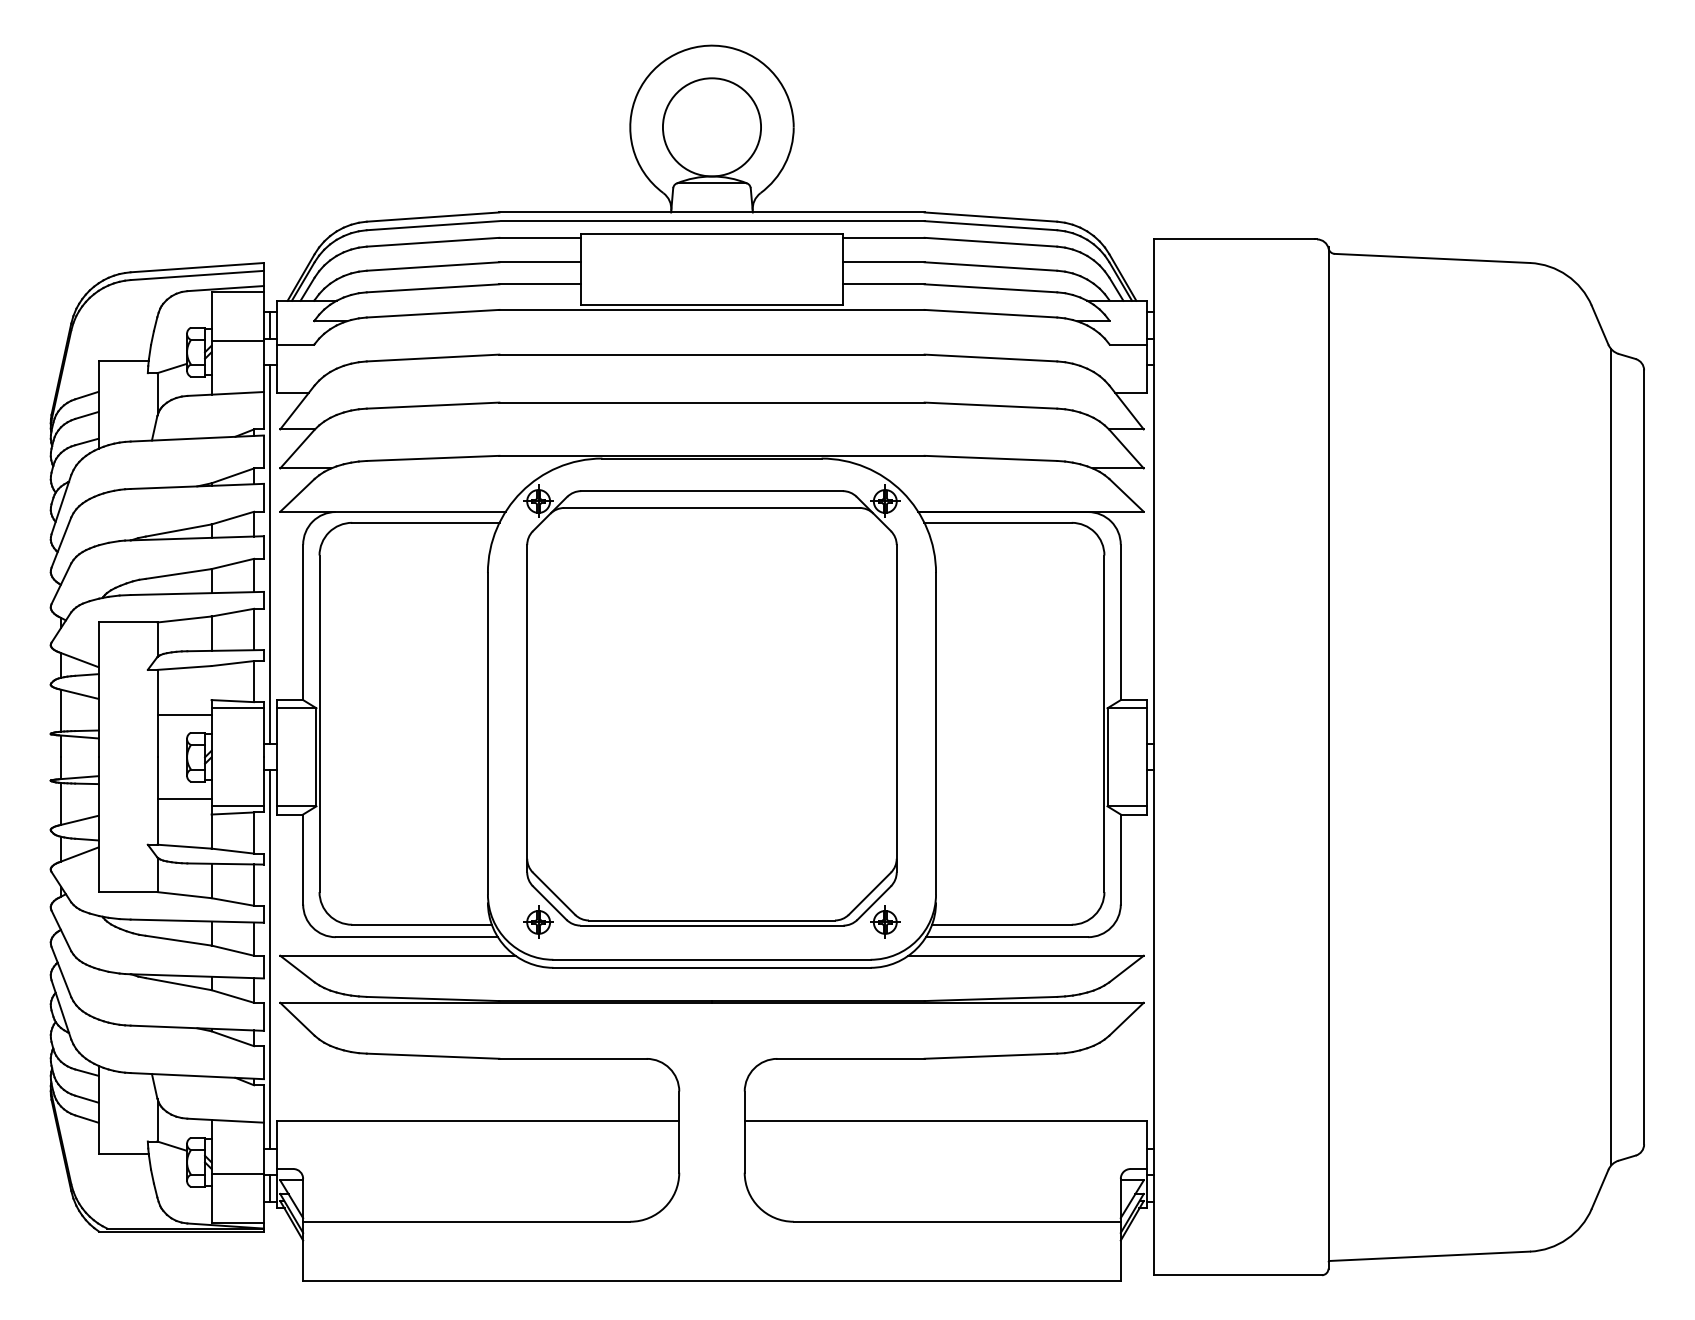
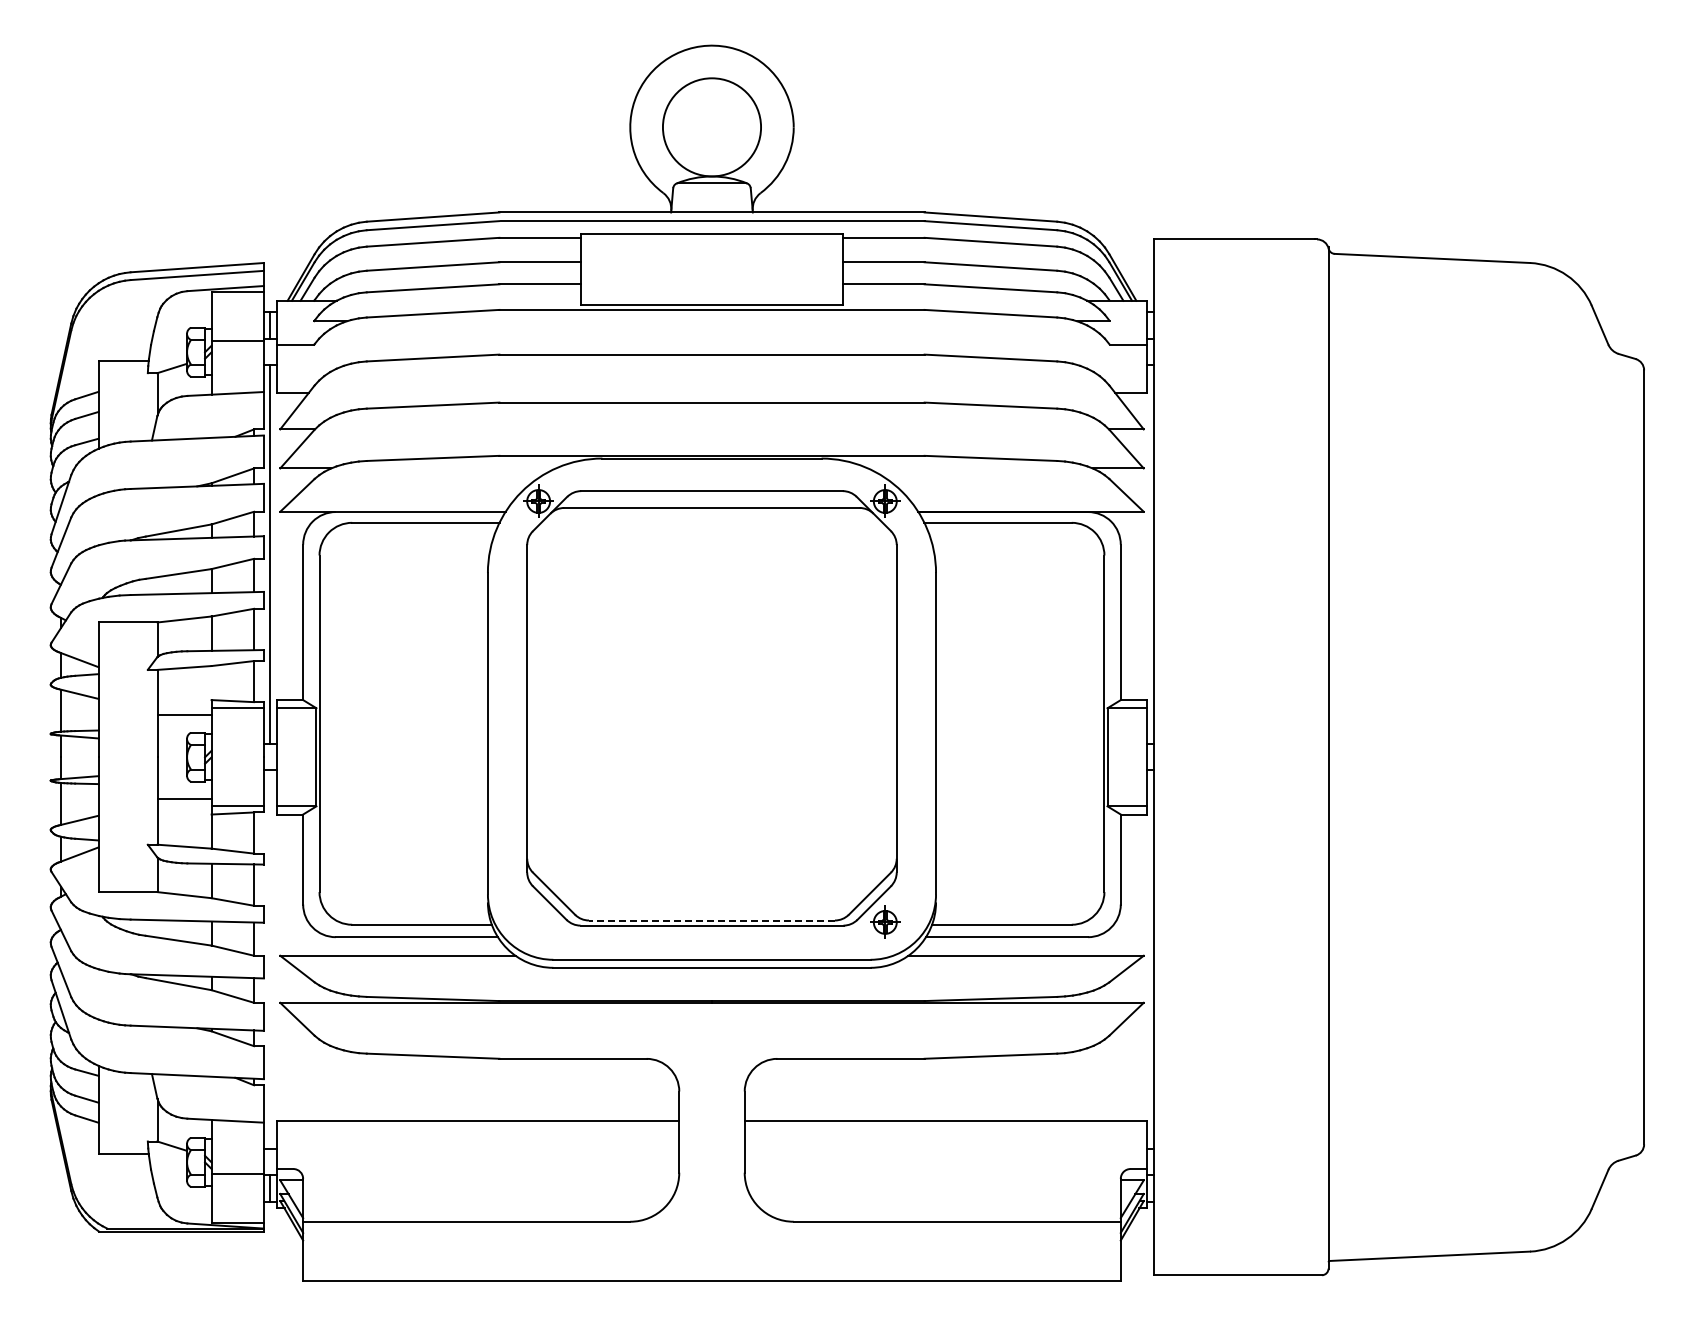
line at (1611, 757): present -> none
line at (711, 920): solid -> dashed
part at (538, 921): present -> none
line at (270, 959): present -> none
